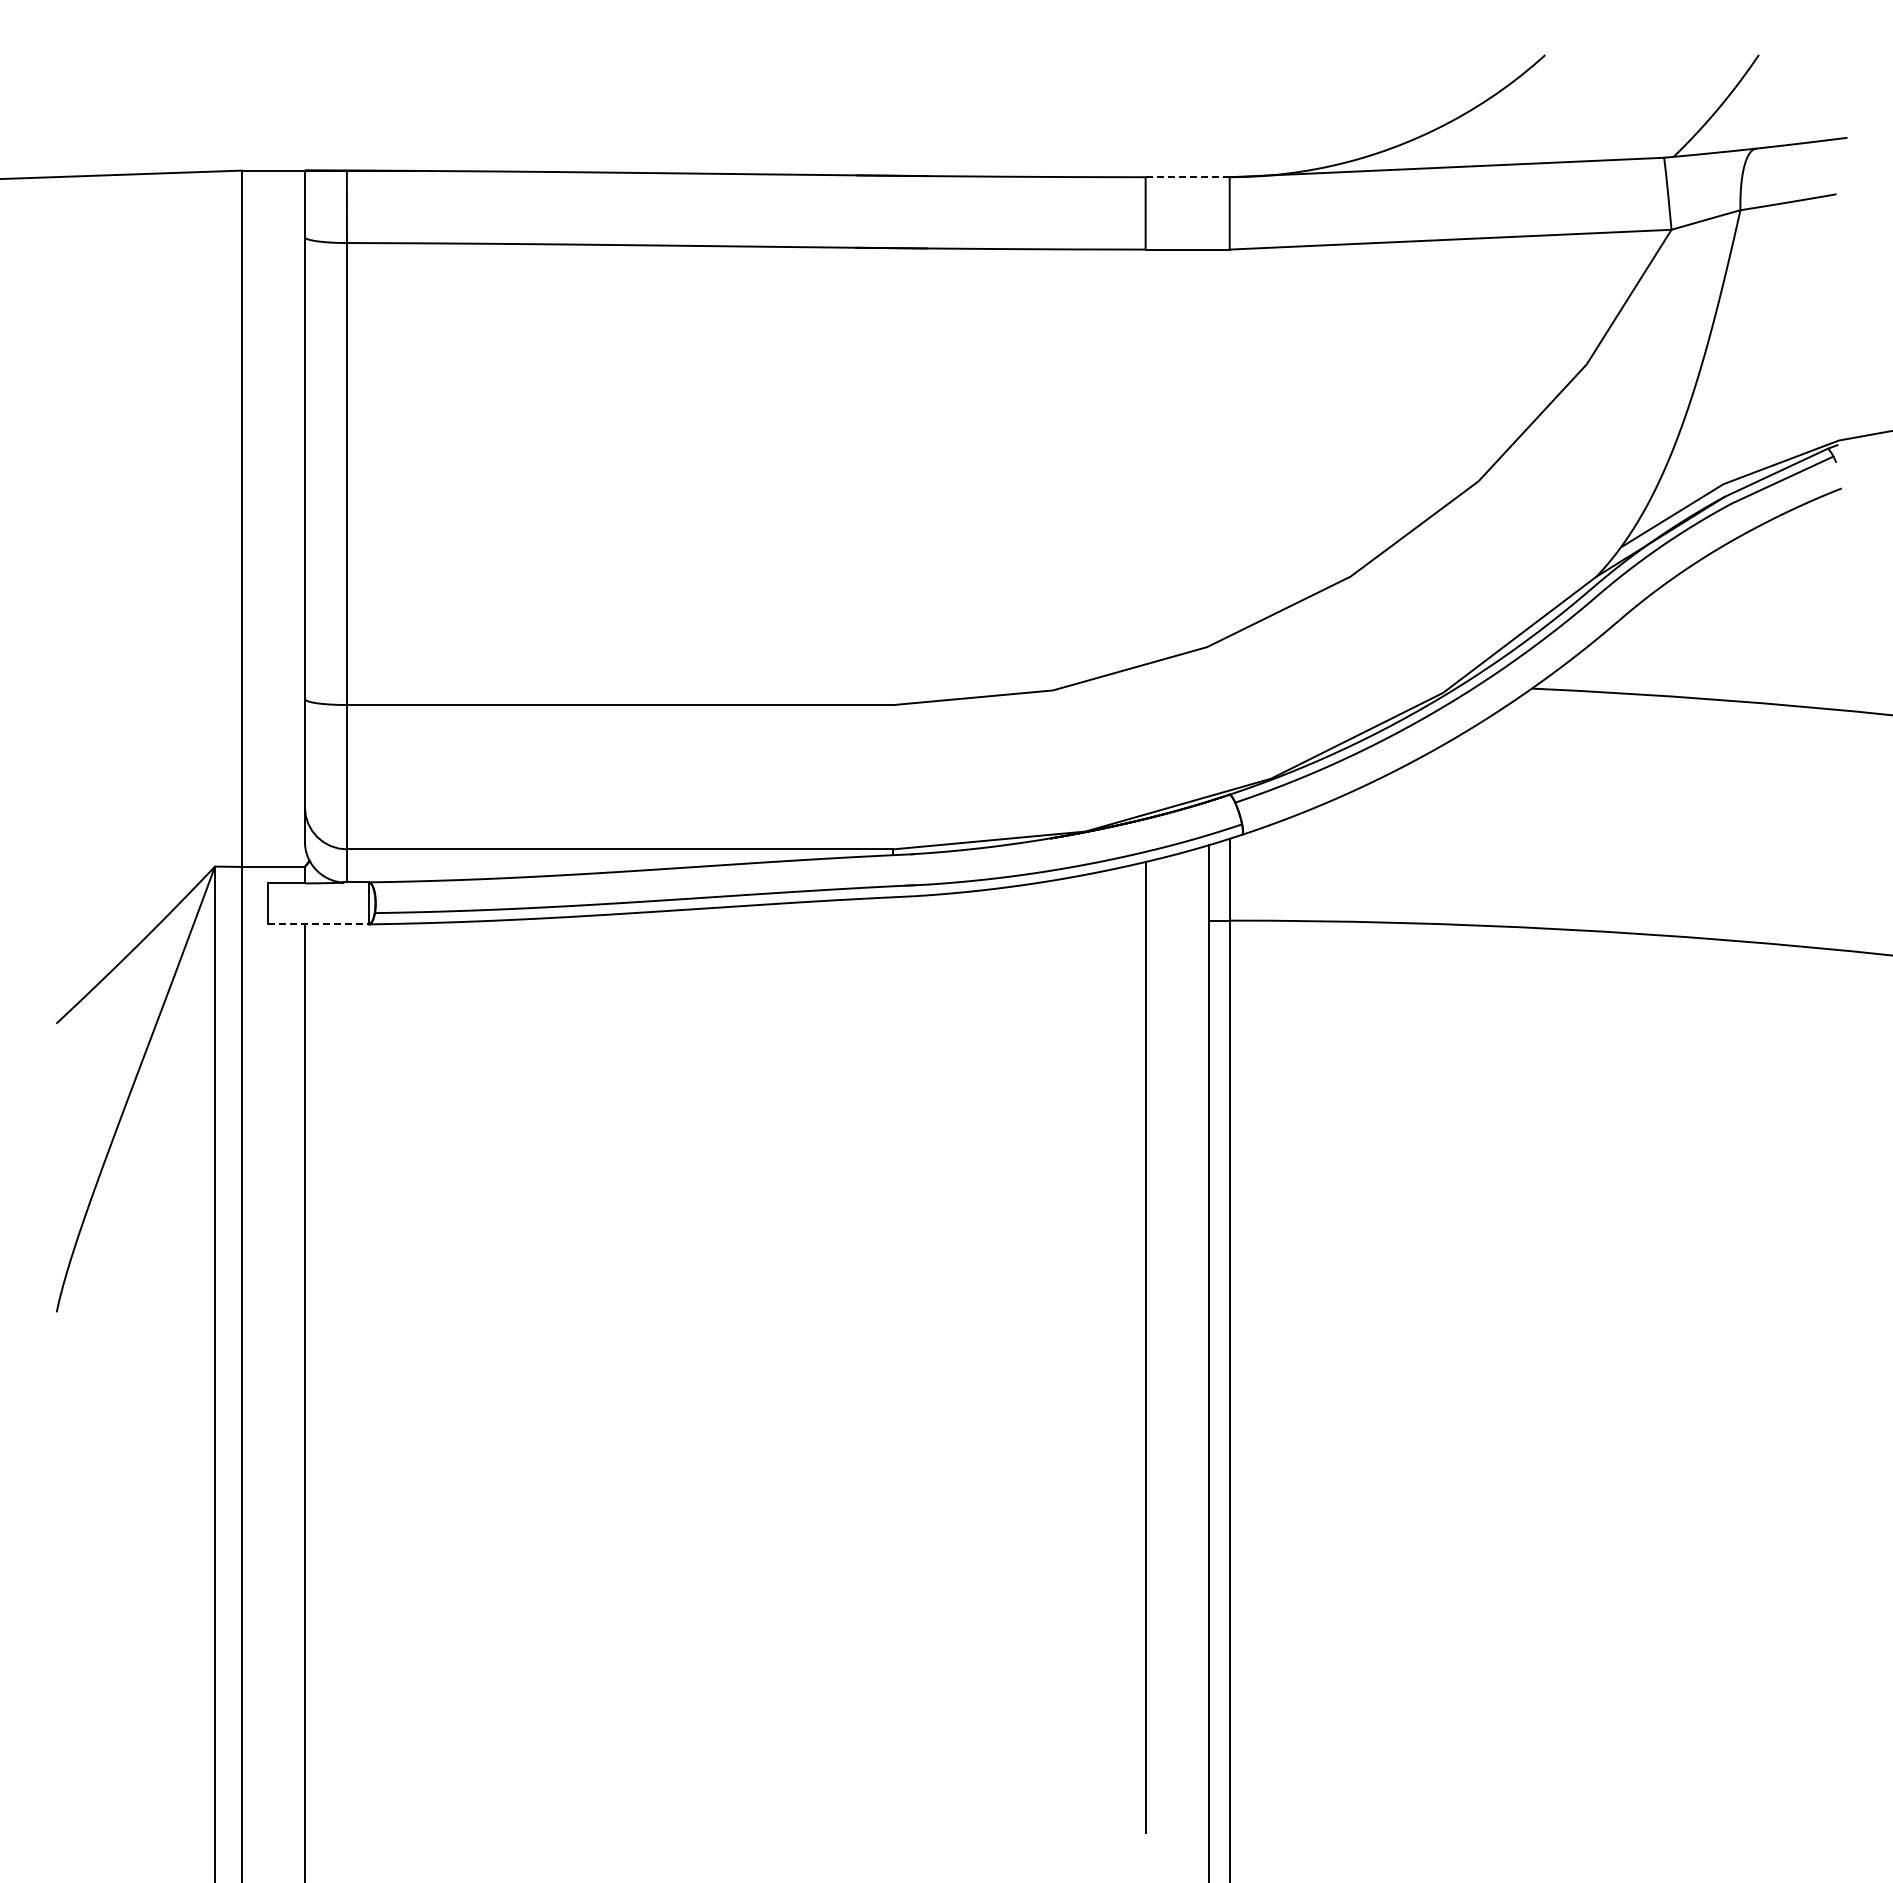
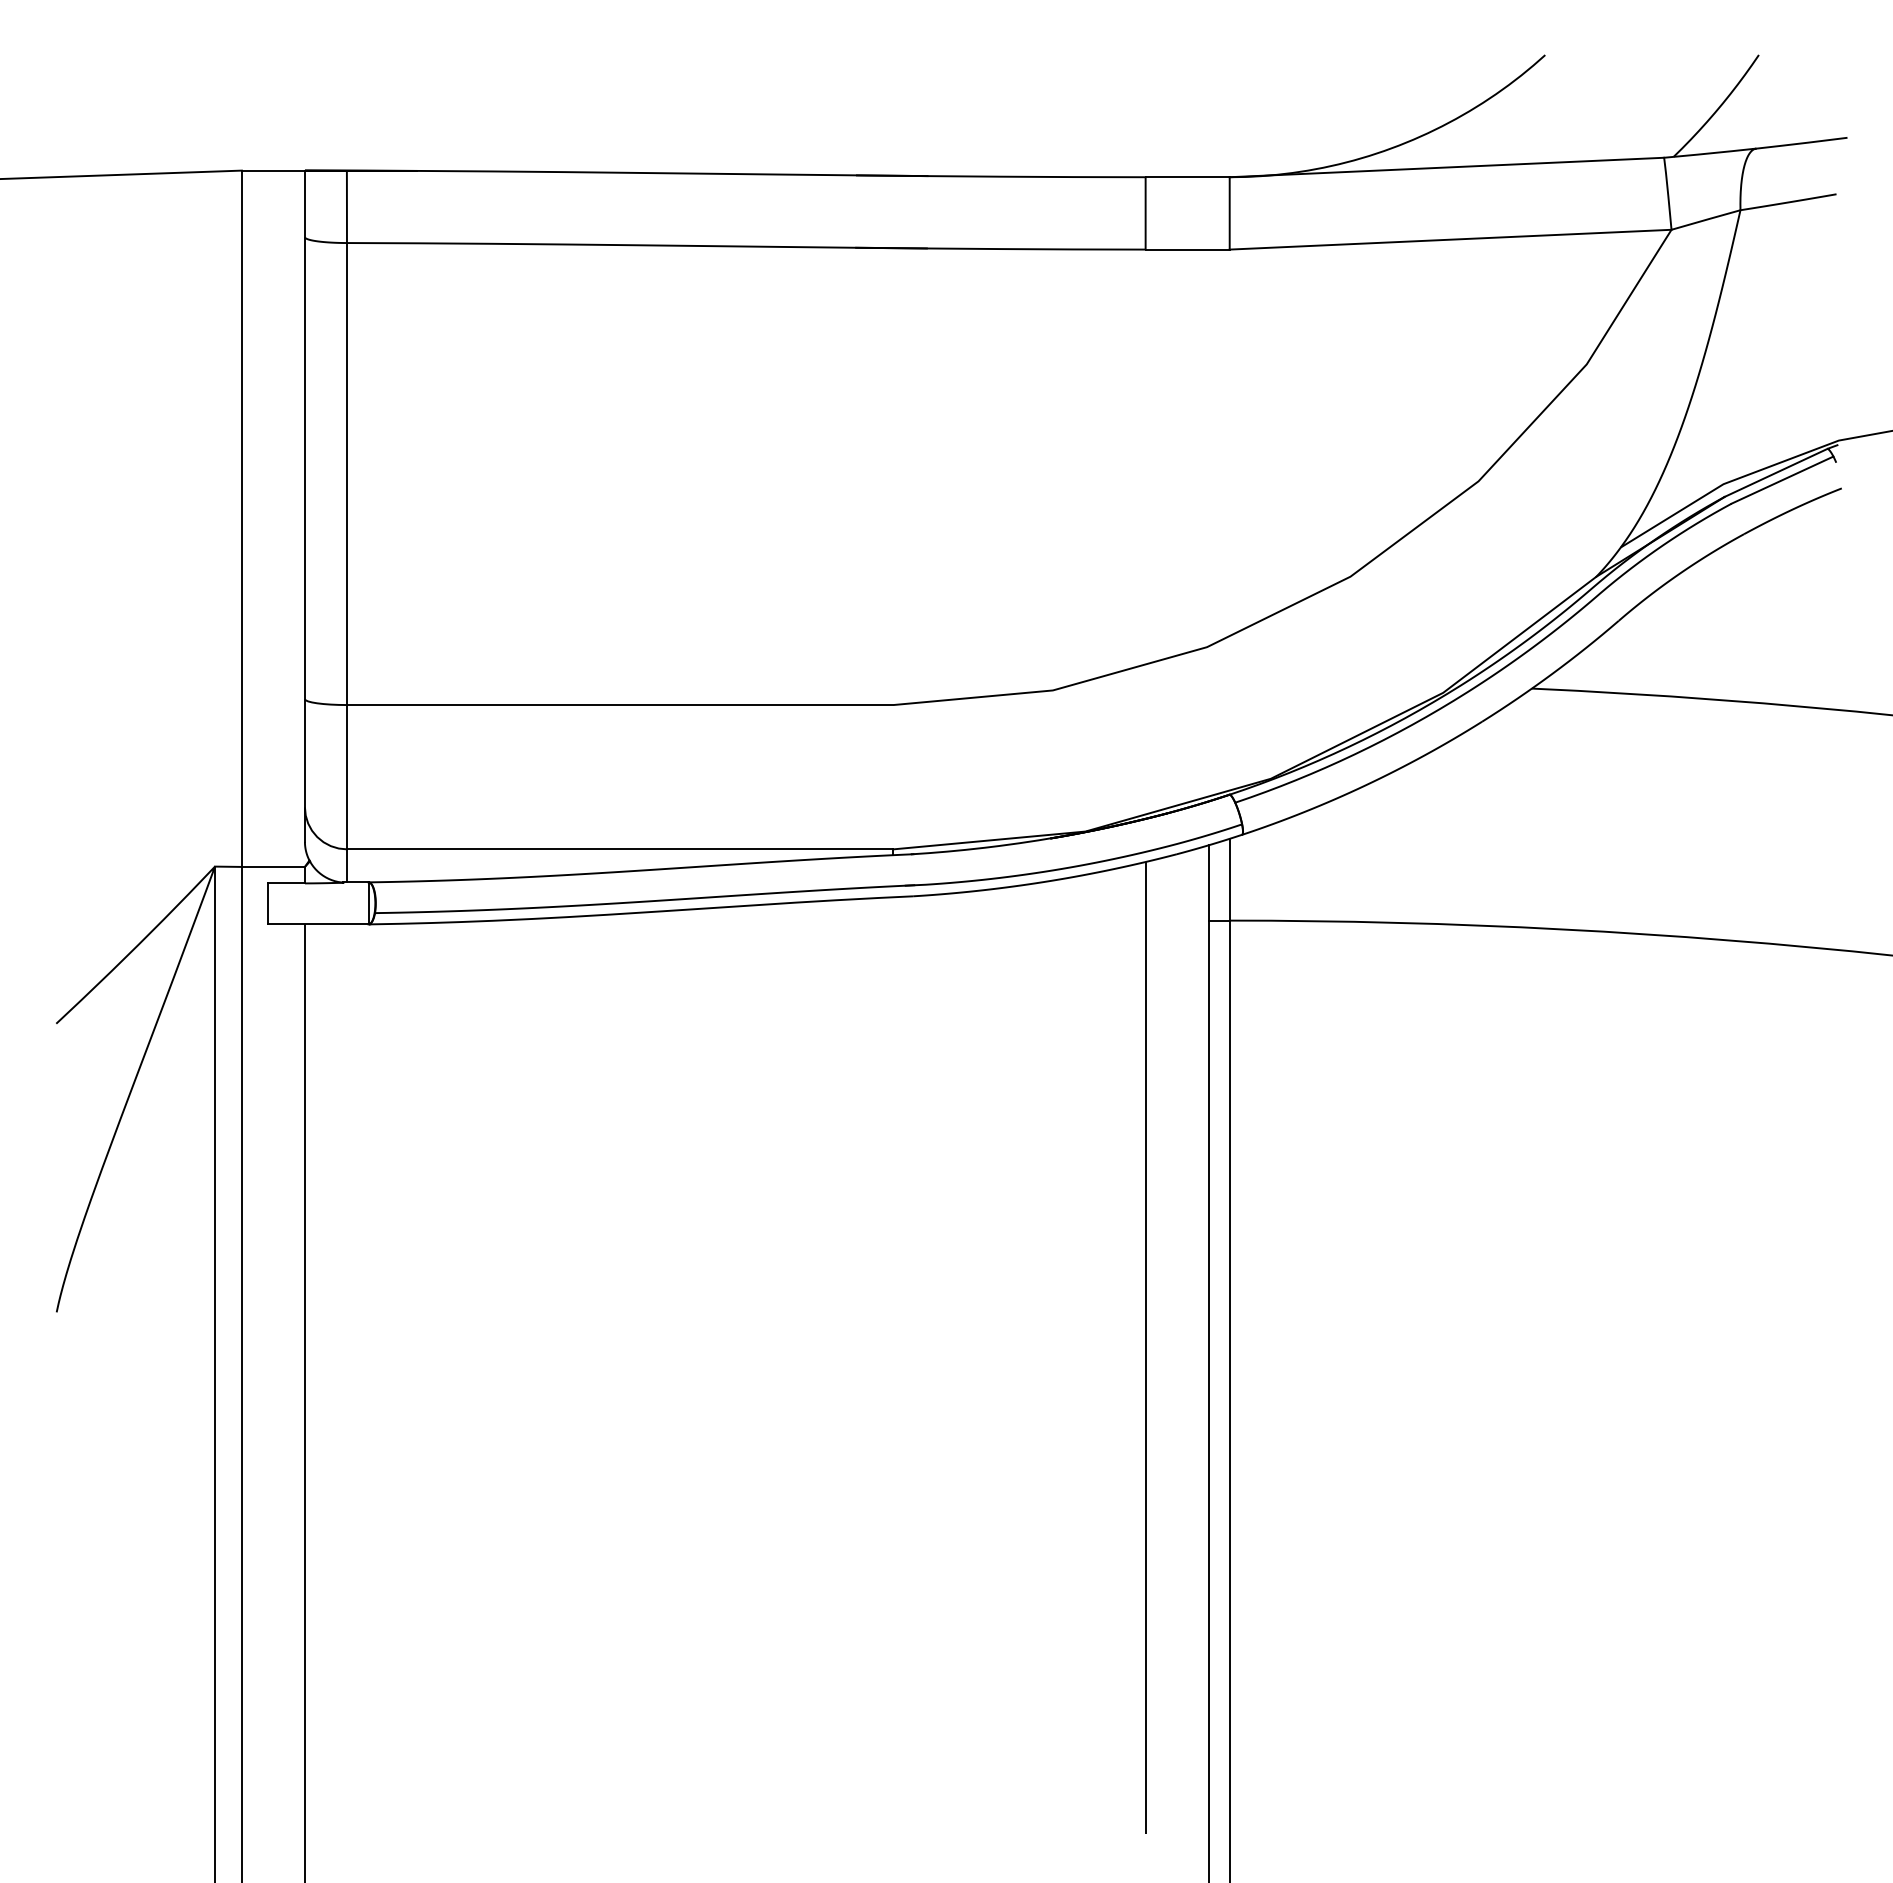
line at (1187, 177): dashed -> solid
line at (318, 924): dashed -> solid
